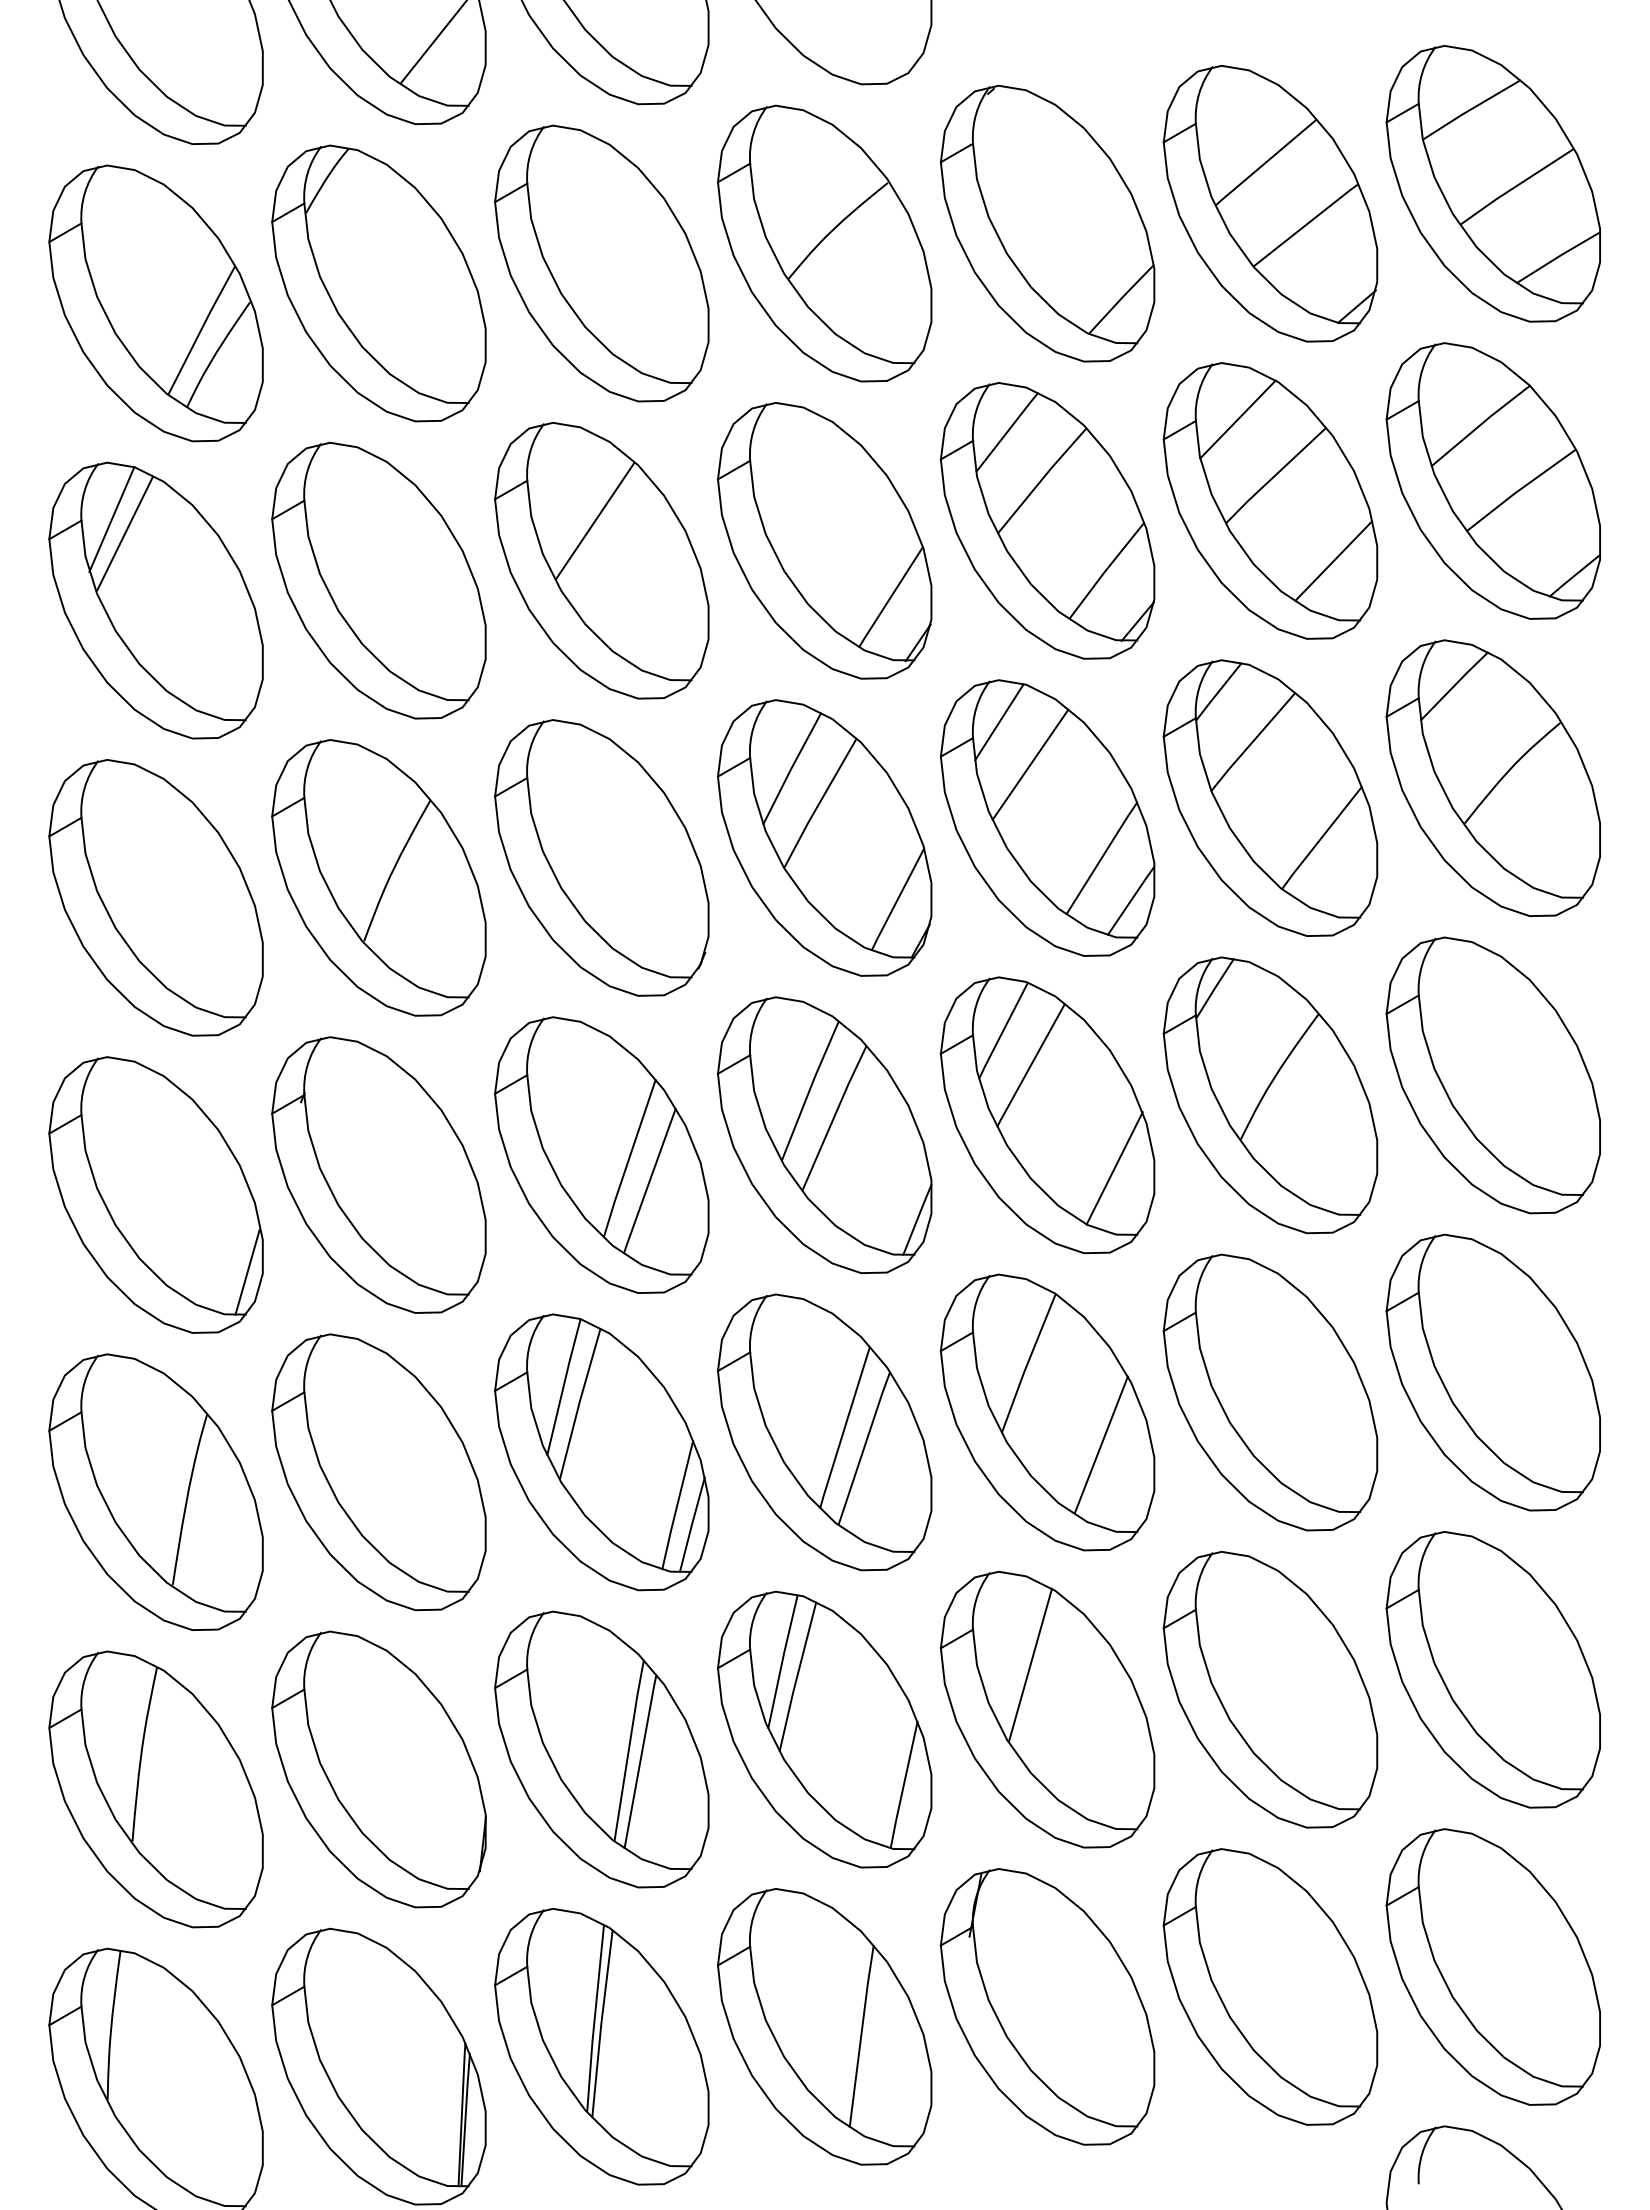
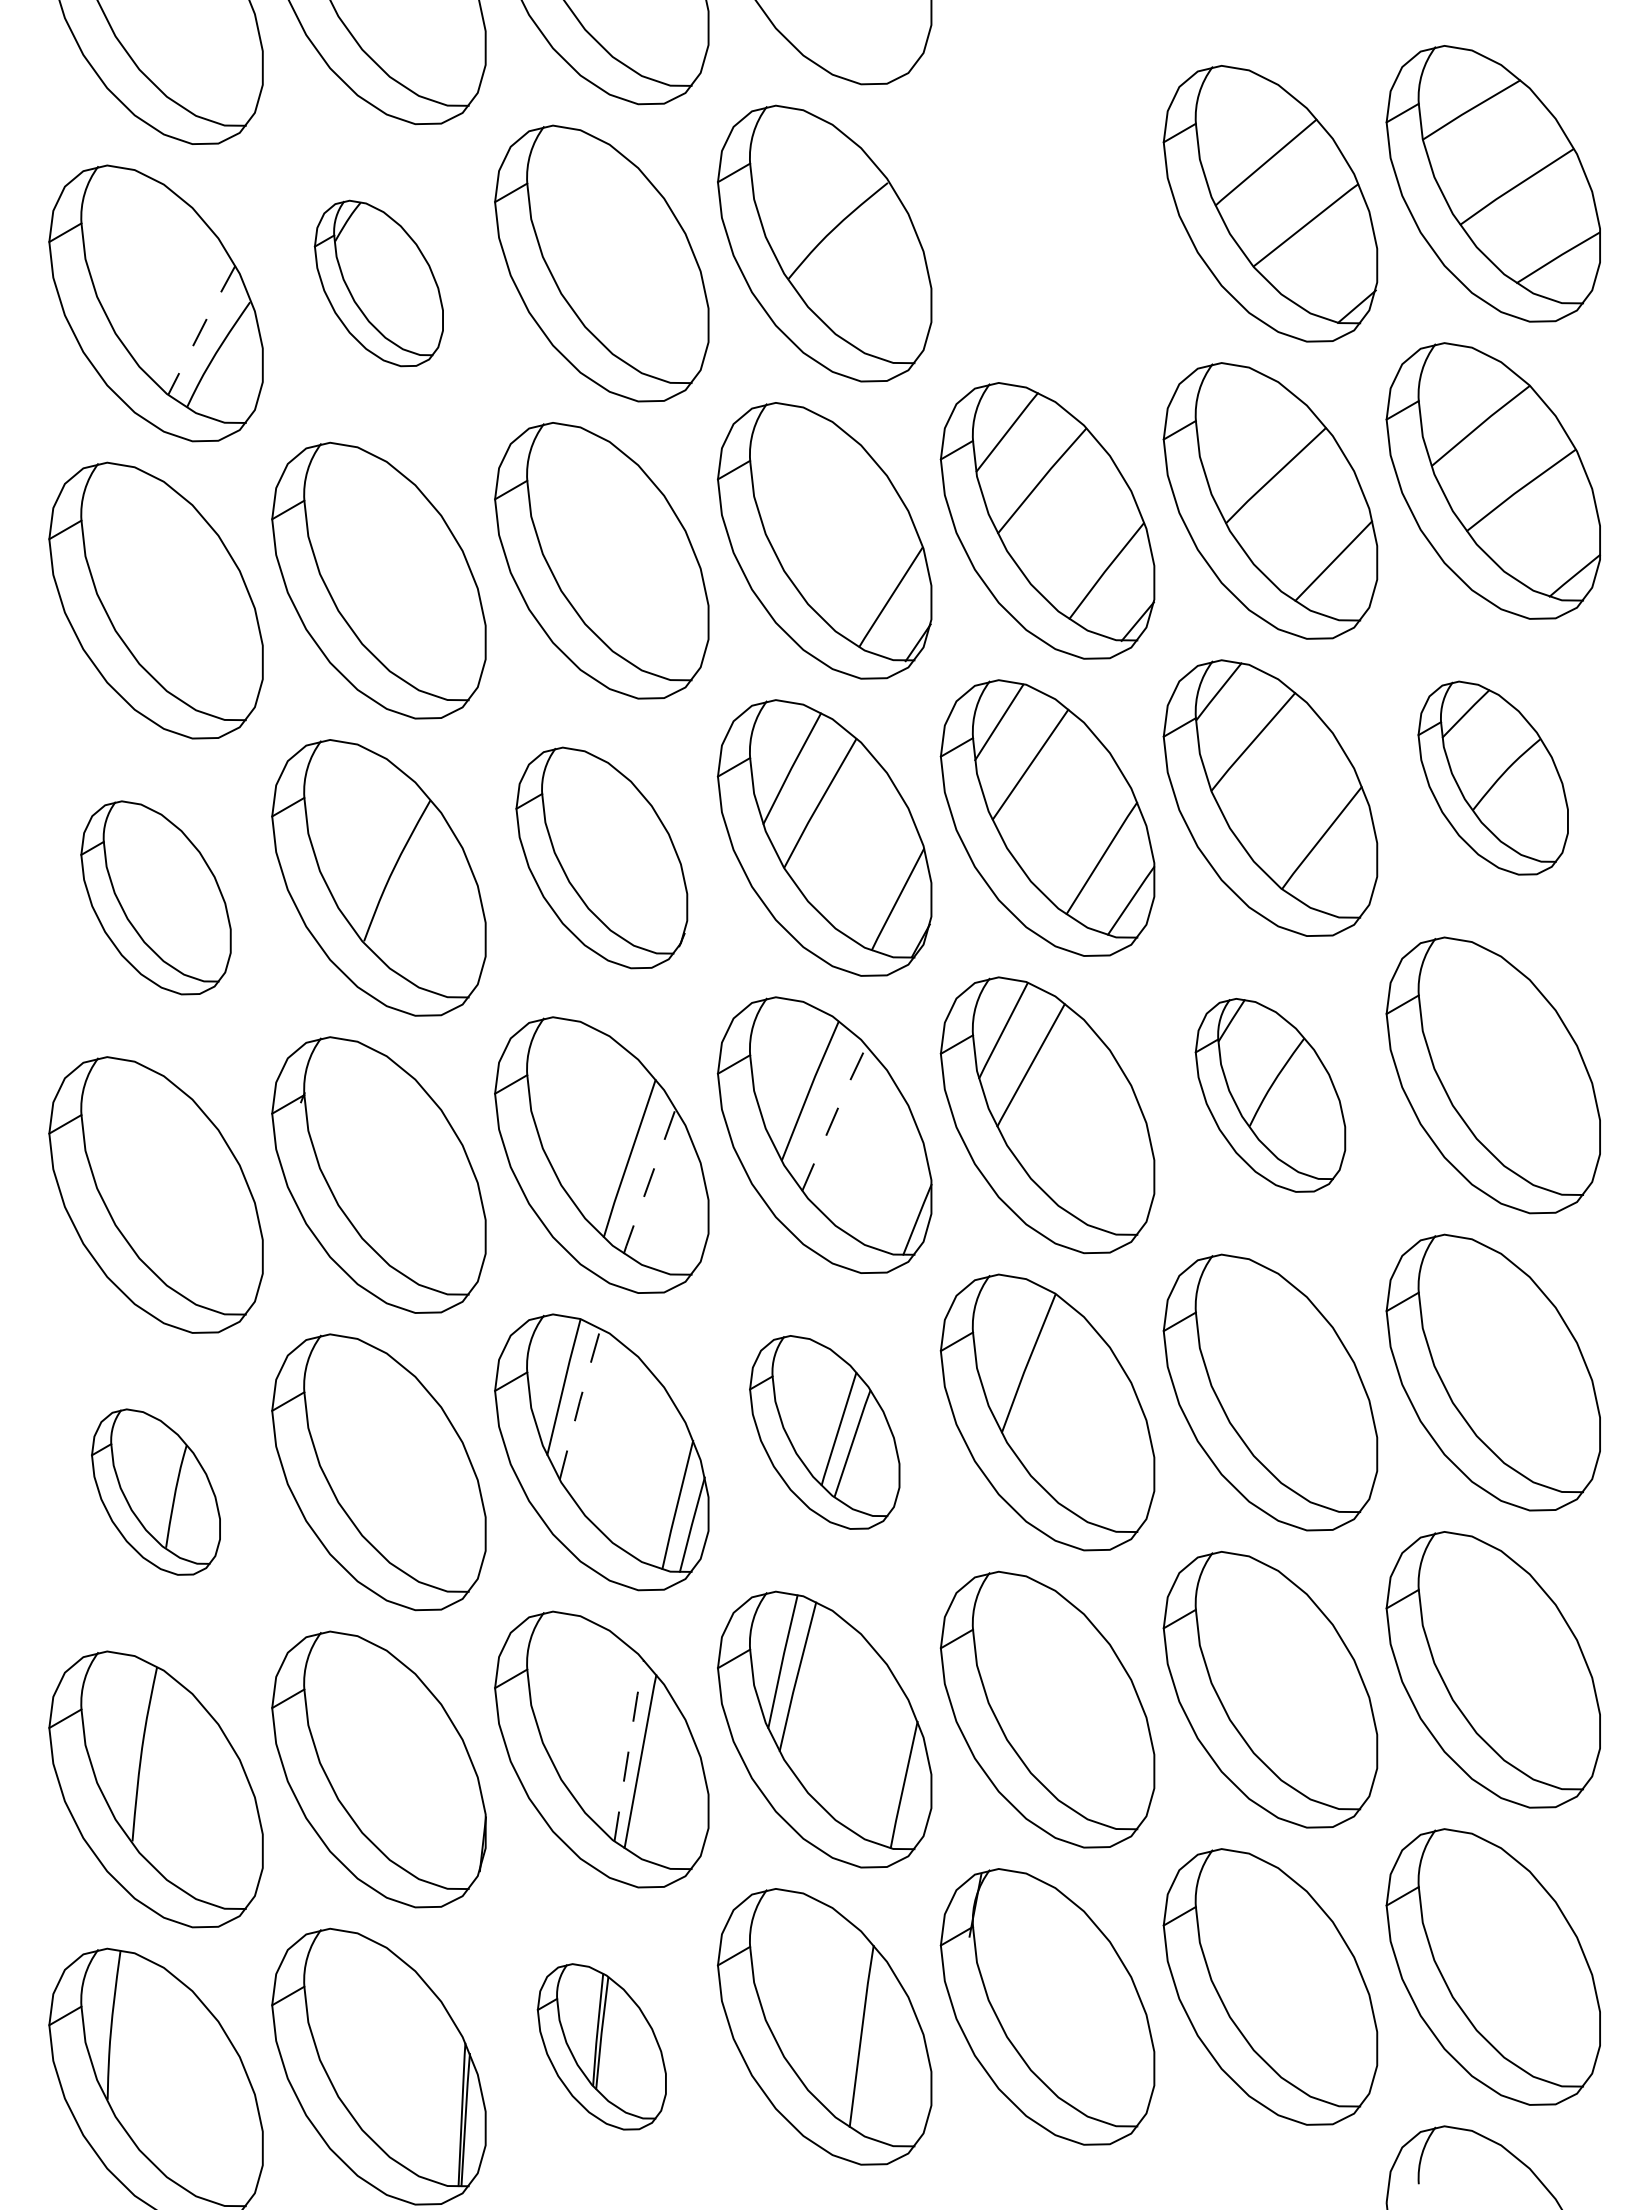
line at (433, 42): present -> none
part at (1047, 223): present -> none
part at (378, 283) size: 216x279 px -> 131x169 px
line at (201, 329): solid -> dashed
line at (1237, 419): present -> none
line at (111, 519): present -> none
line at (594, 521): present -> none
line at (125, 533): present -> none
part at (1492, 777) size: 216x278 px -> 152x196 px
part at (601, 857) size: 216x278 px -> 174x224 px
part at (155, 897) size: 216x278 px -> 152x196 px
part at (1270, 1095) size: 217x279 px -> 153x195 px
line at (834, 1117): solid -> dashed
line at (1114, 1168): present -> none
line at (649, 1181): solid -> dashed
line at (247, 1271): present -> none
line at (579, 1403): solid -> dashed
part at (824, 1432) size: 216x279 px -> 152x195 px
line at (1100, 1444): present -> none
part at (155, 1491) size: 216x278 px -> 130x168 px
line at (1029, 1664): present -> none
line at (628, 1750): solid -> dashed
part at (601, 2046) size: 216x278 px -> 131x168 px
